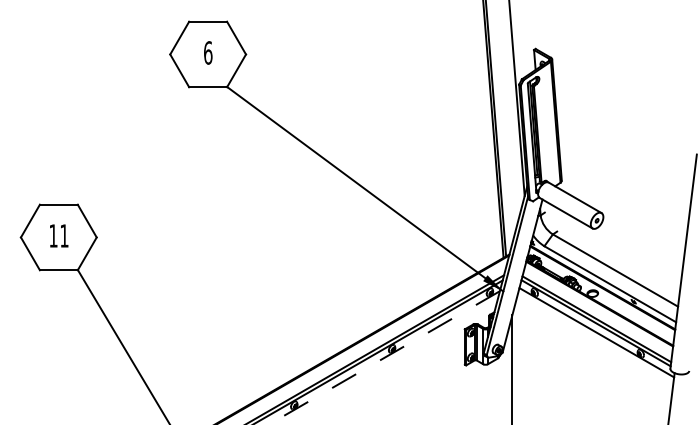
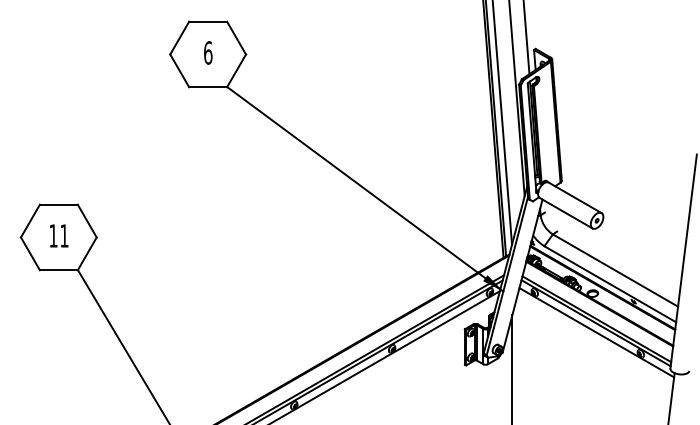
line at (526, 38): none -> present
line at (502, 123): none -> present
line at (383, 358): dashed -> solid
